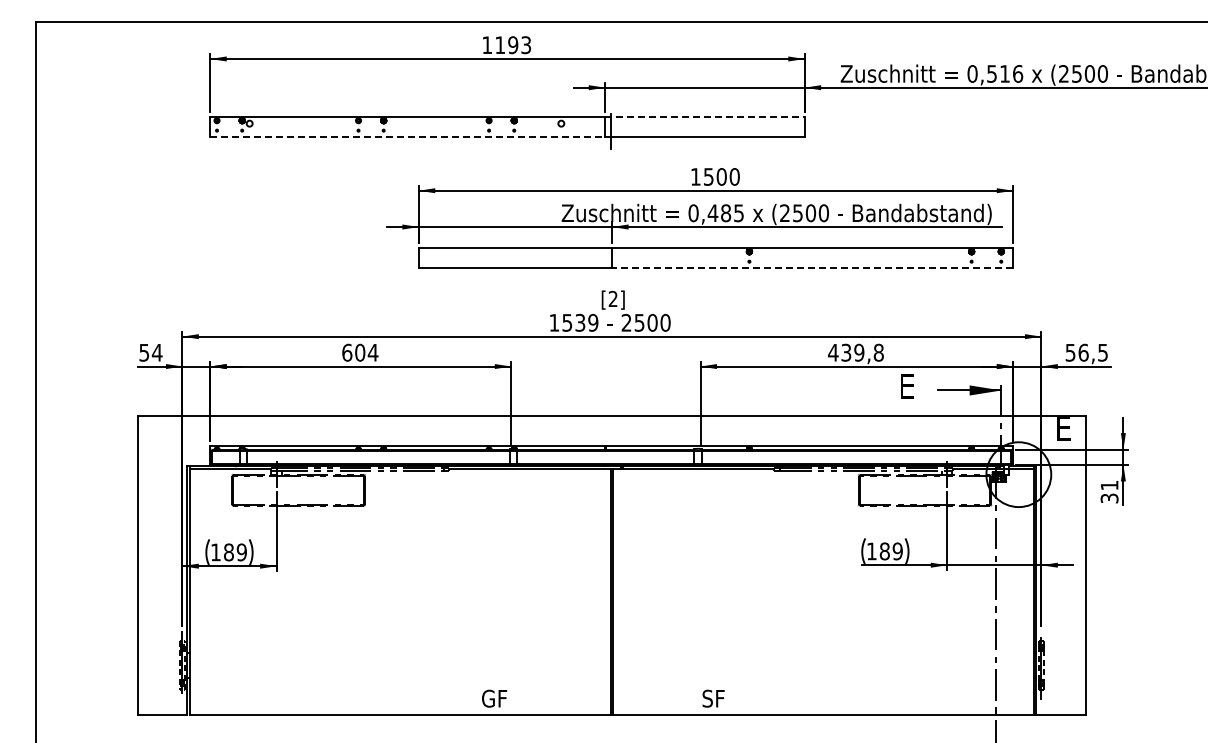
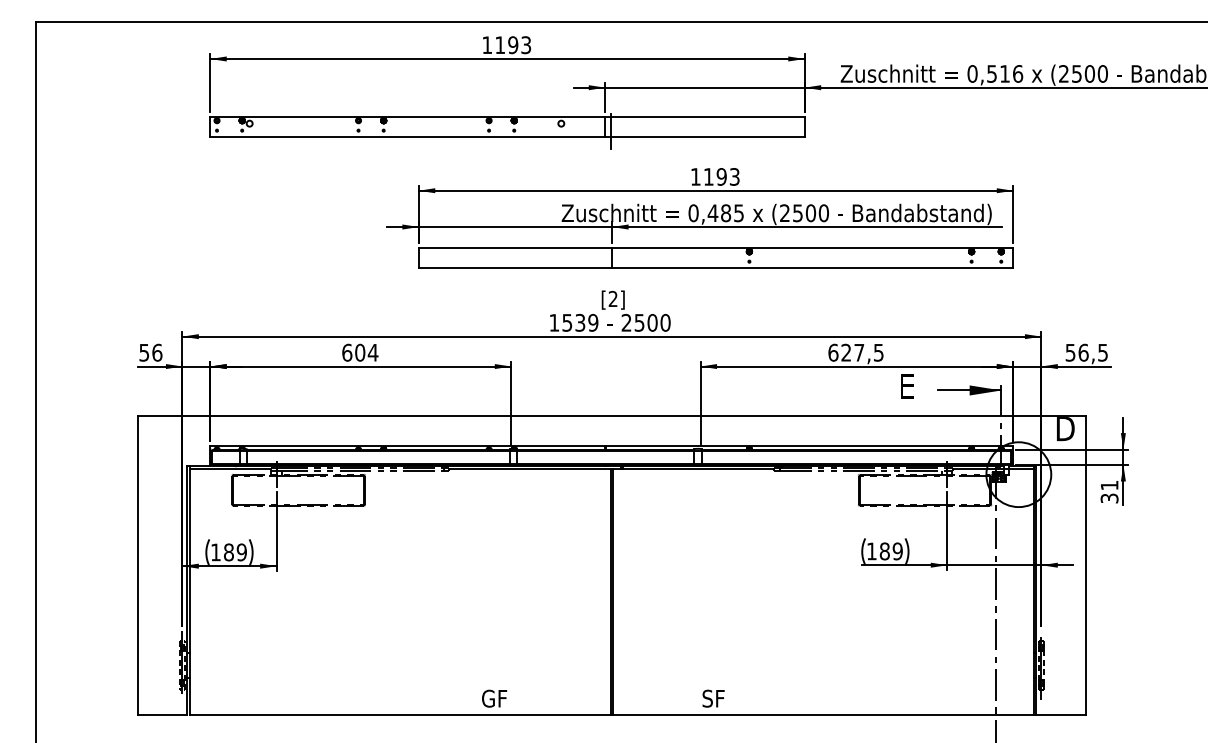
line at (704, 117): dashed -> solid
line at (408, 137): dashed -> solid
text at (721, 176): 1500 -> 1193
line at (812, 268): dashed -> solid
text at (156, 352): 54 -> 56
text at (855, 352): 439,8 -> 627,5
text at (1065, 429): E -> D
